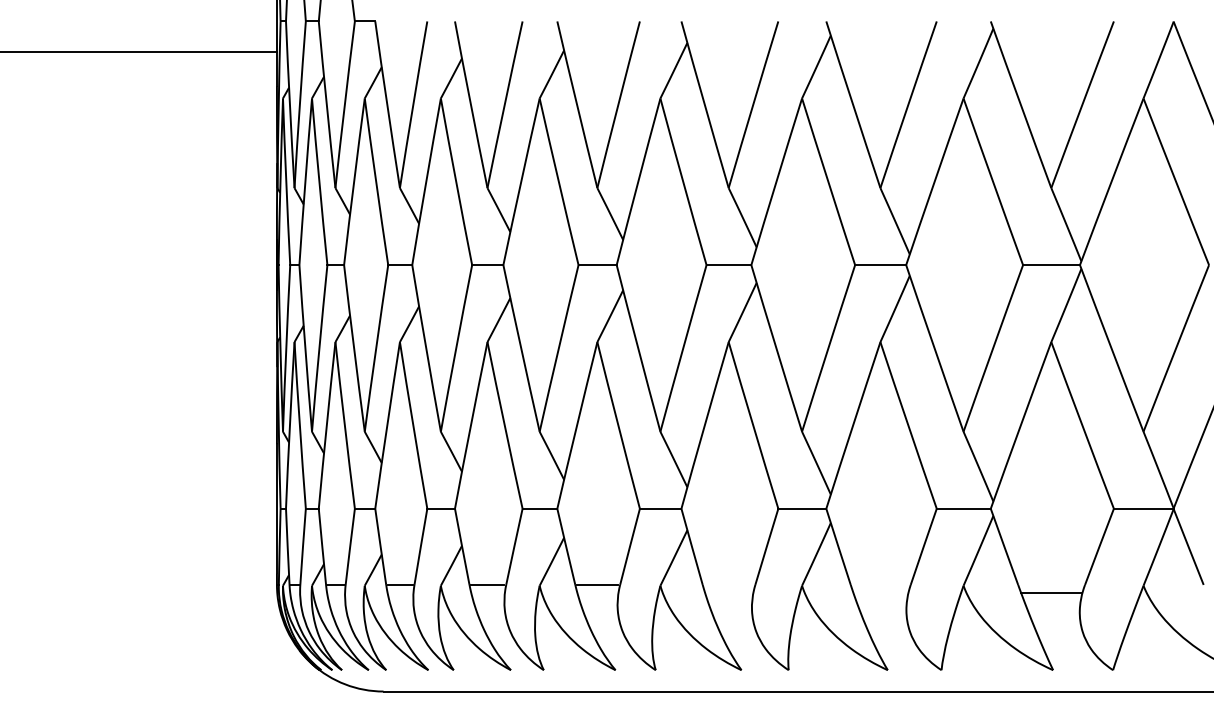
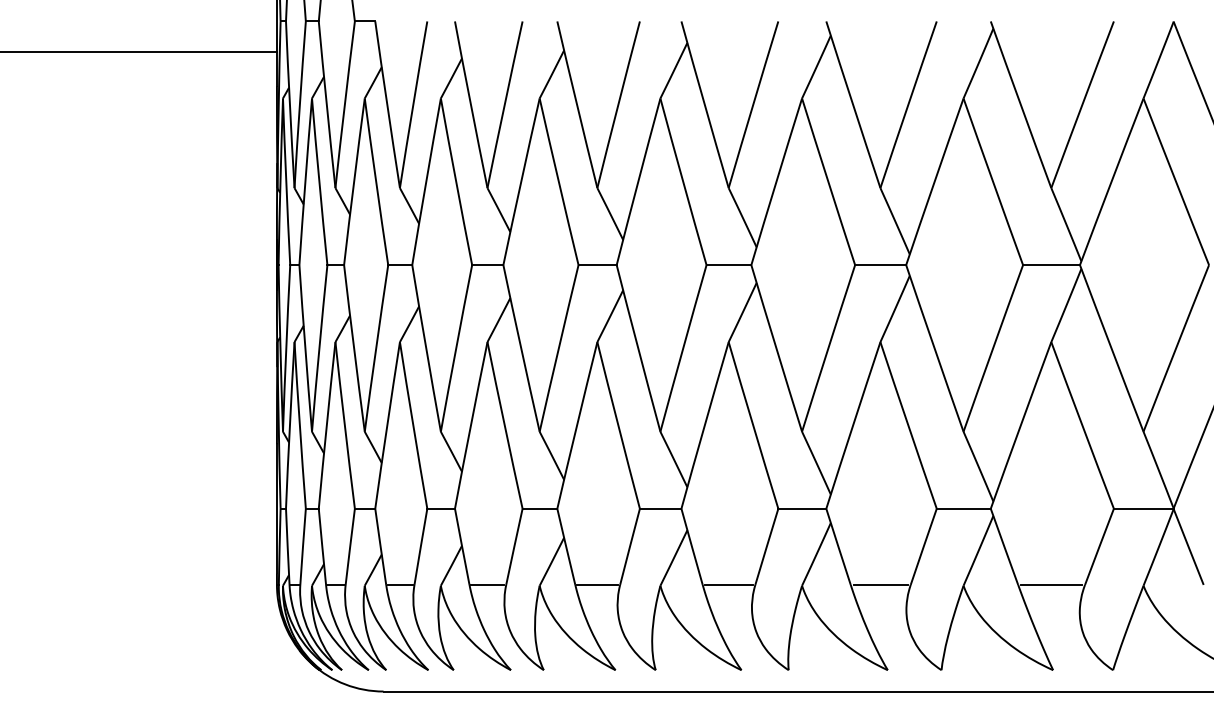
line at (728, 584): none -> present
line at (880, 584): none -> present
line at (1051, 592) position: (1051, 592) -> (1051, 584)
